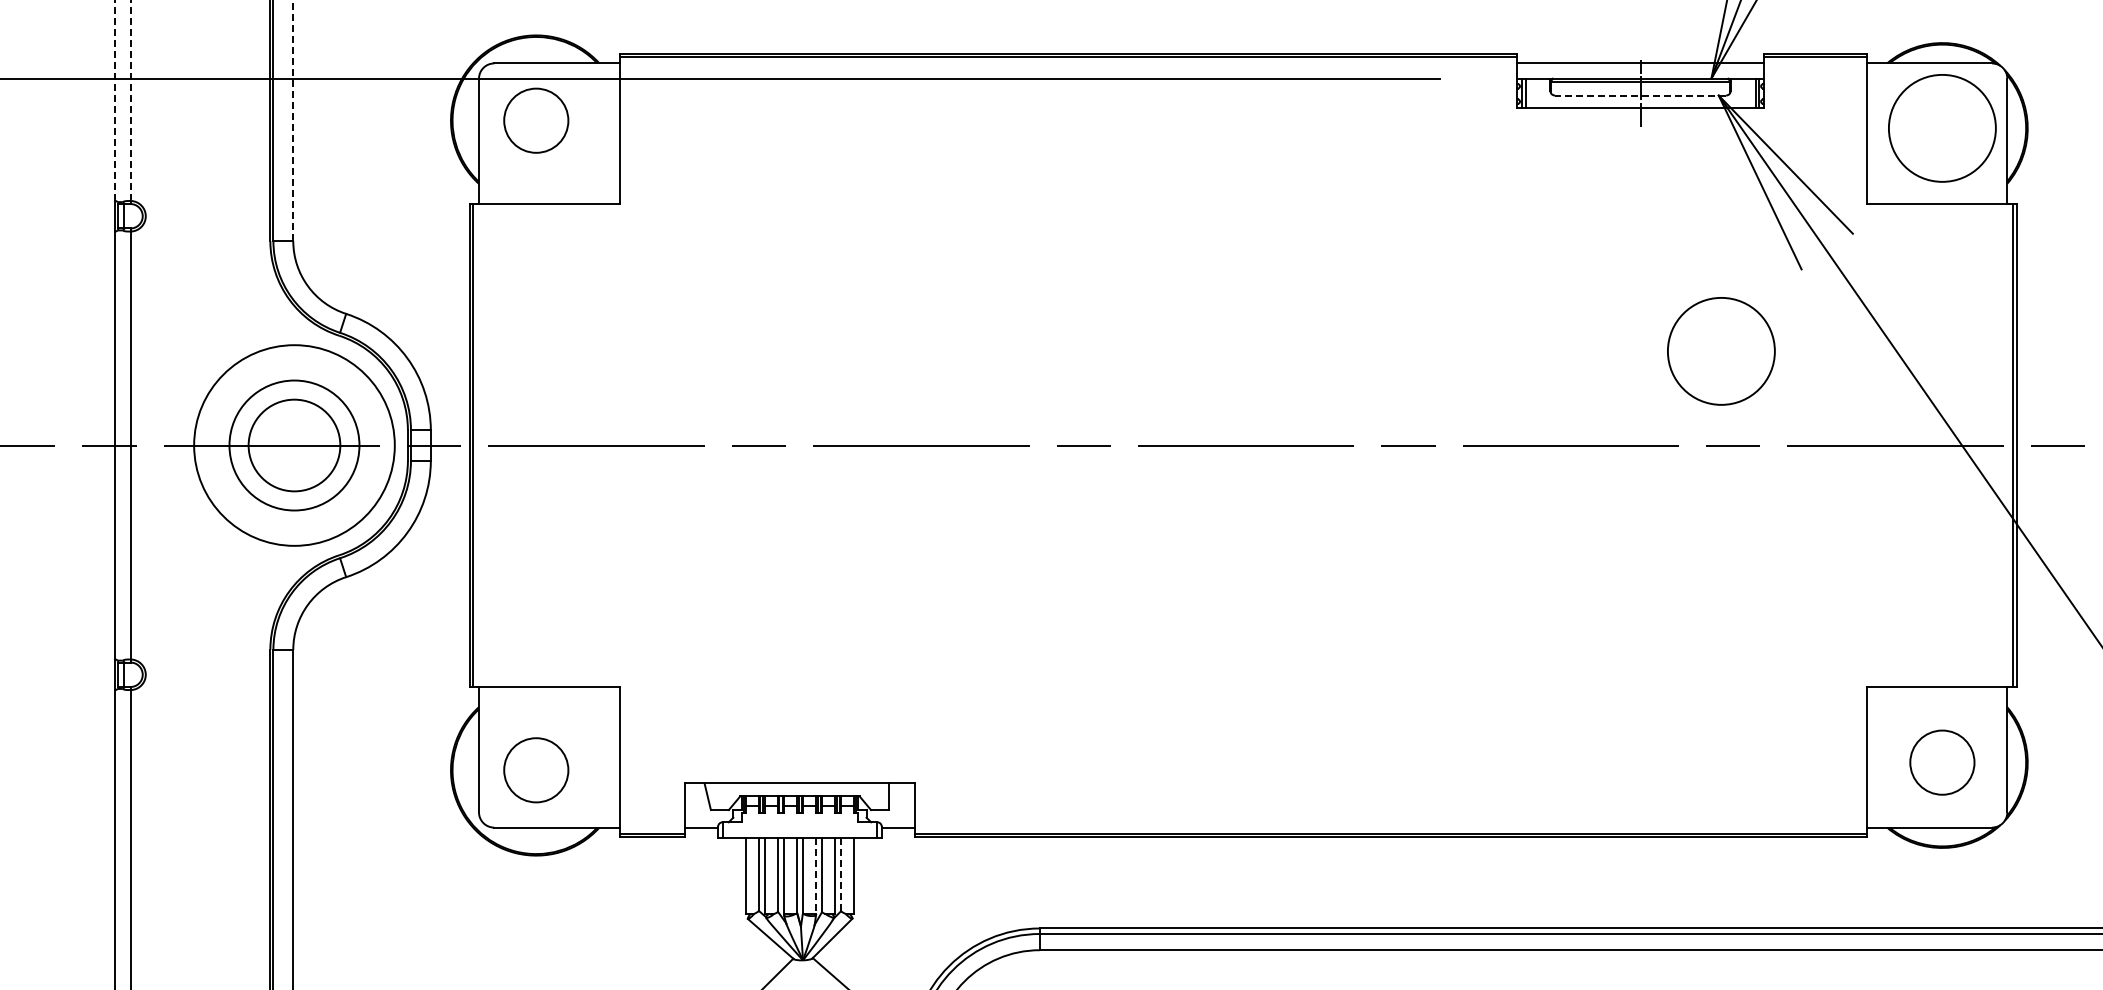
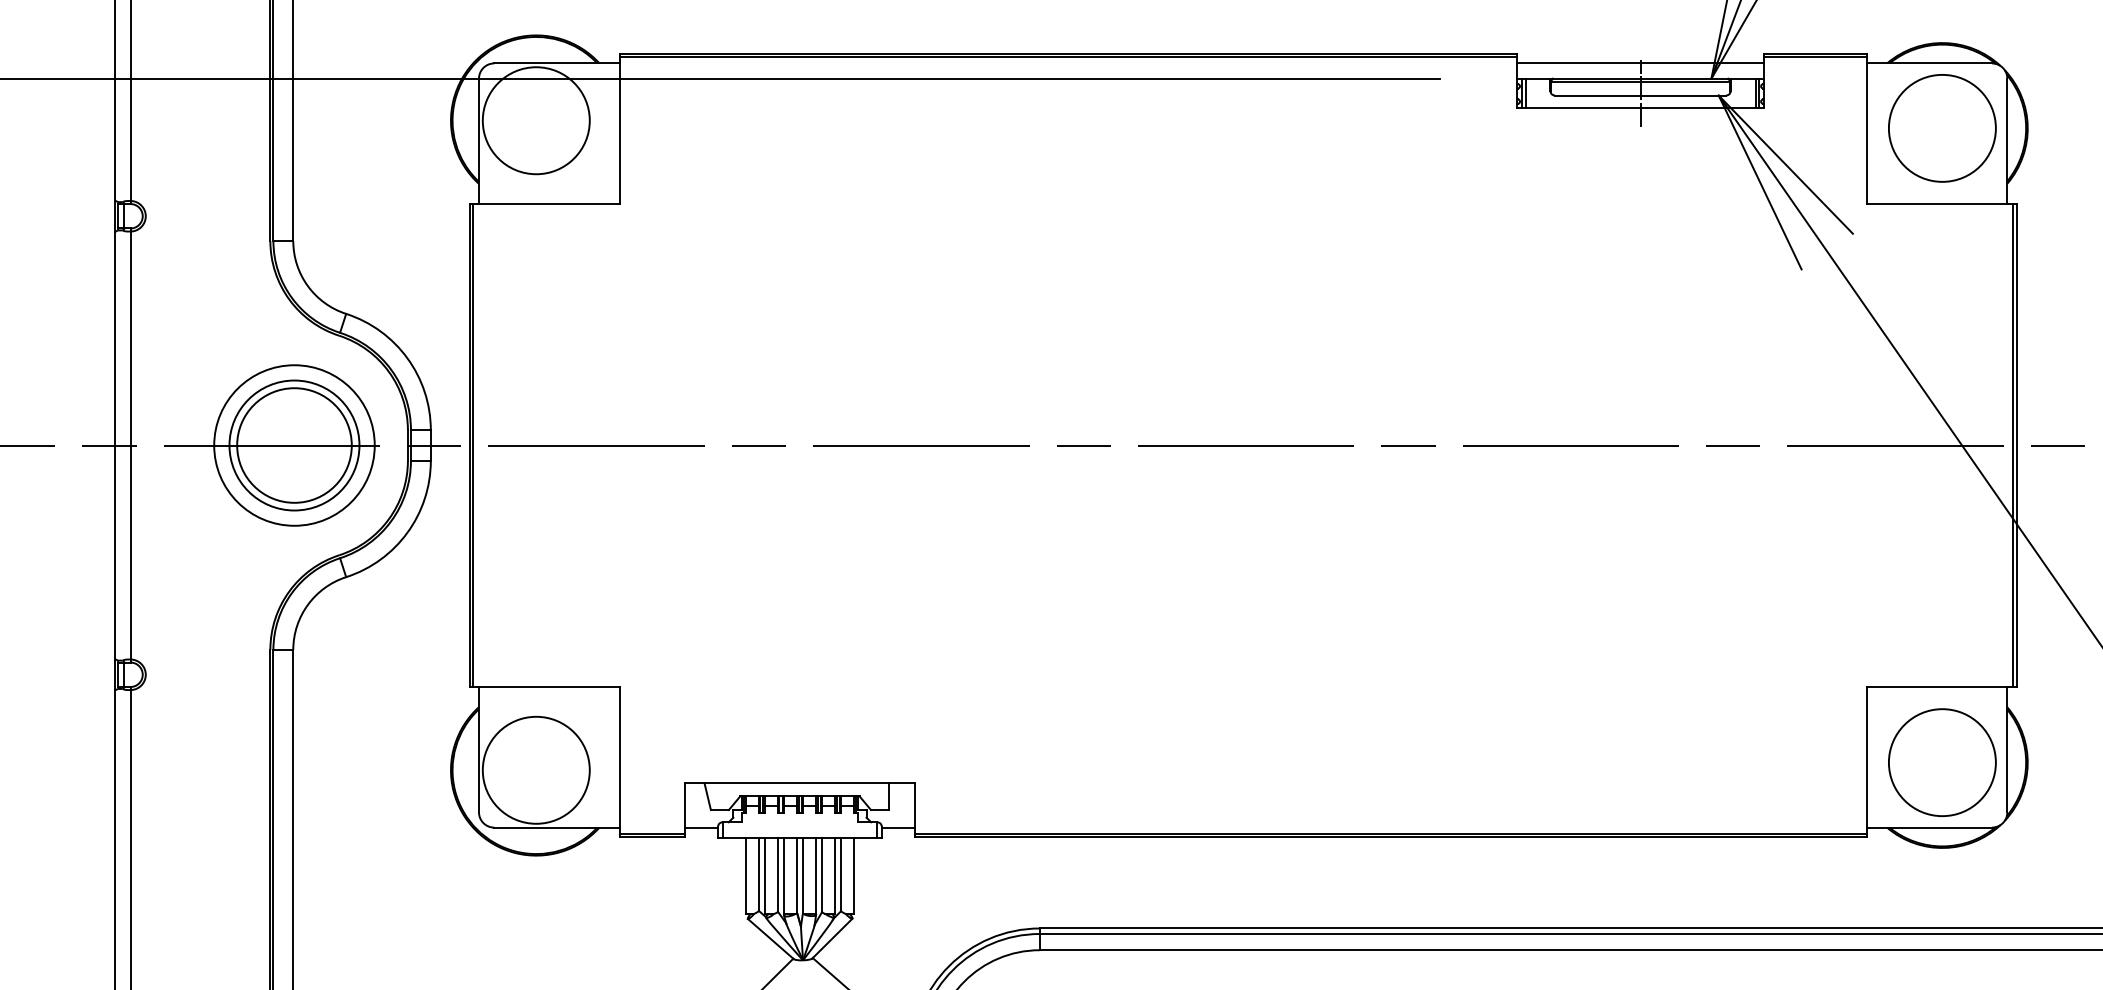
line at (1640, 95): dashed -> solid
line at (115, 100): dashed -> solid
line at (131, 100): dashed -> solid
line at (293, 120): dashed -> solid
circle at (536, 120) diameter: 64 px -> 107 px
circle at (1721, 351): present -> none
circle at (294, 445) diameter: 201 px -> 161 px
circle at (294, 445) diameter: 92 px -> 115 px
circle at (1942, 762) diameter: 64 px -> 107 px
circle at (536, 770) diameter: 64 px -> 107 px
line at (841, 874): dashed -> solid
line at (816, 876): dashed -> solid
